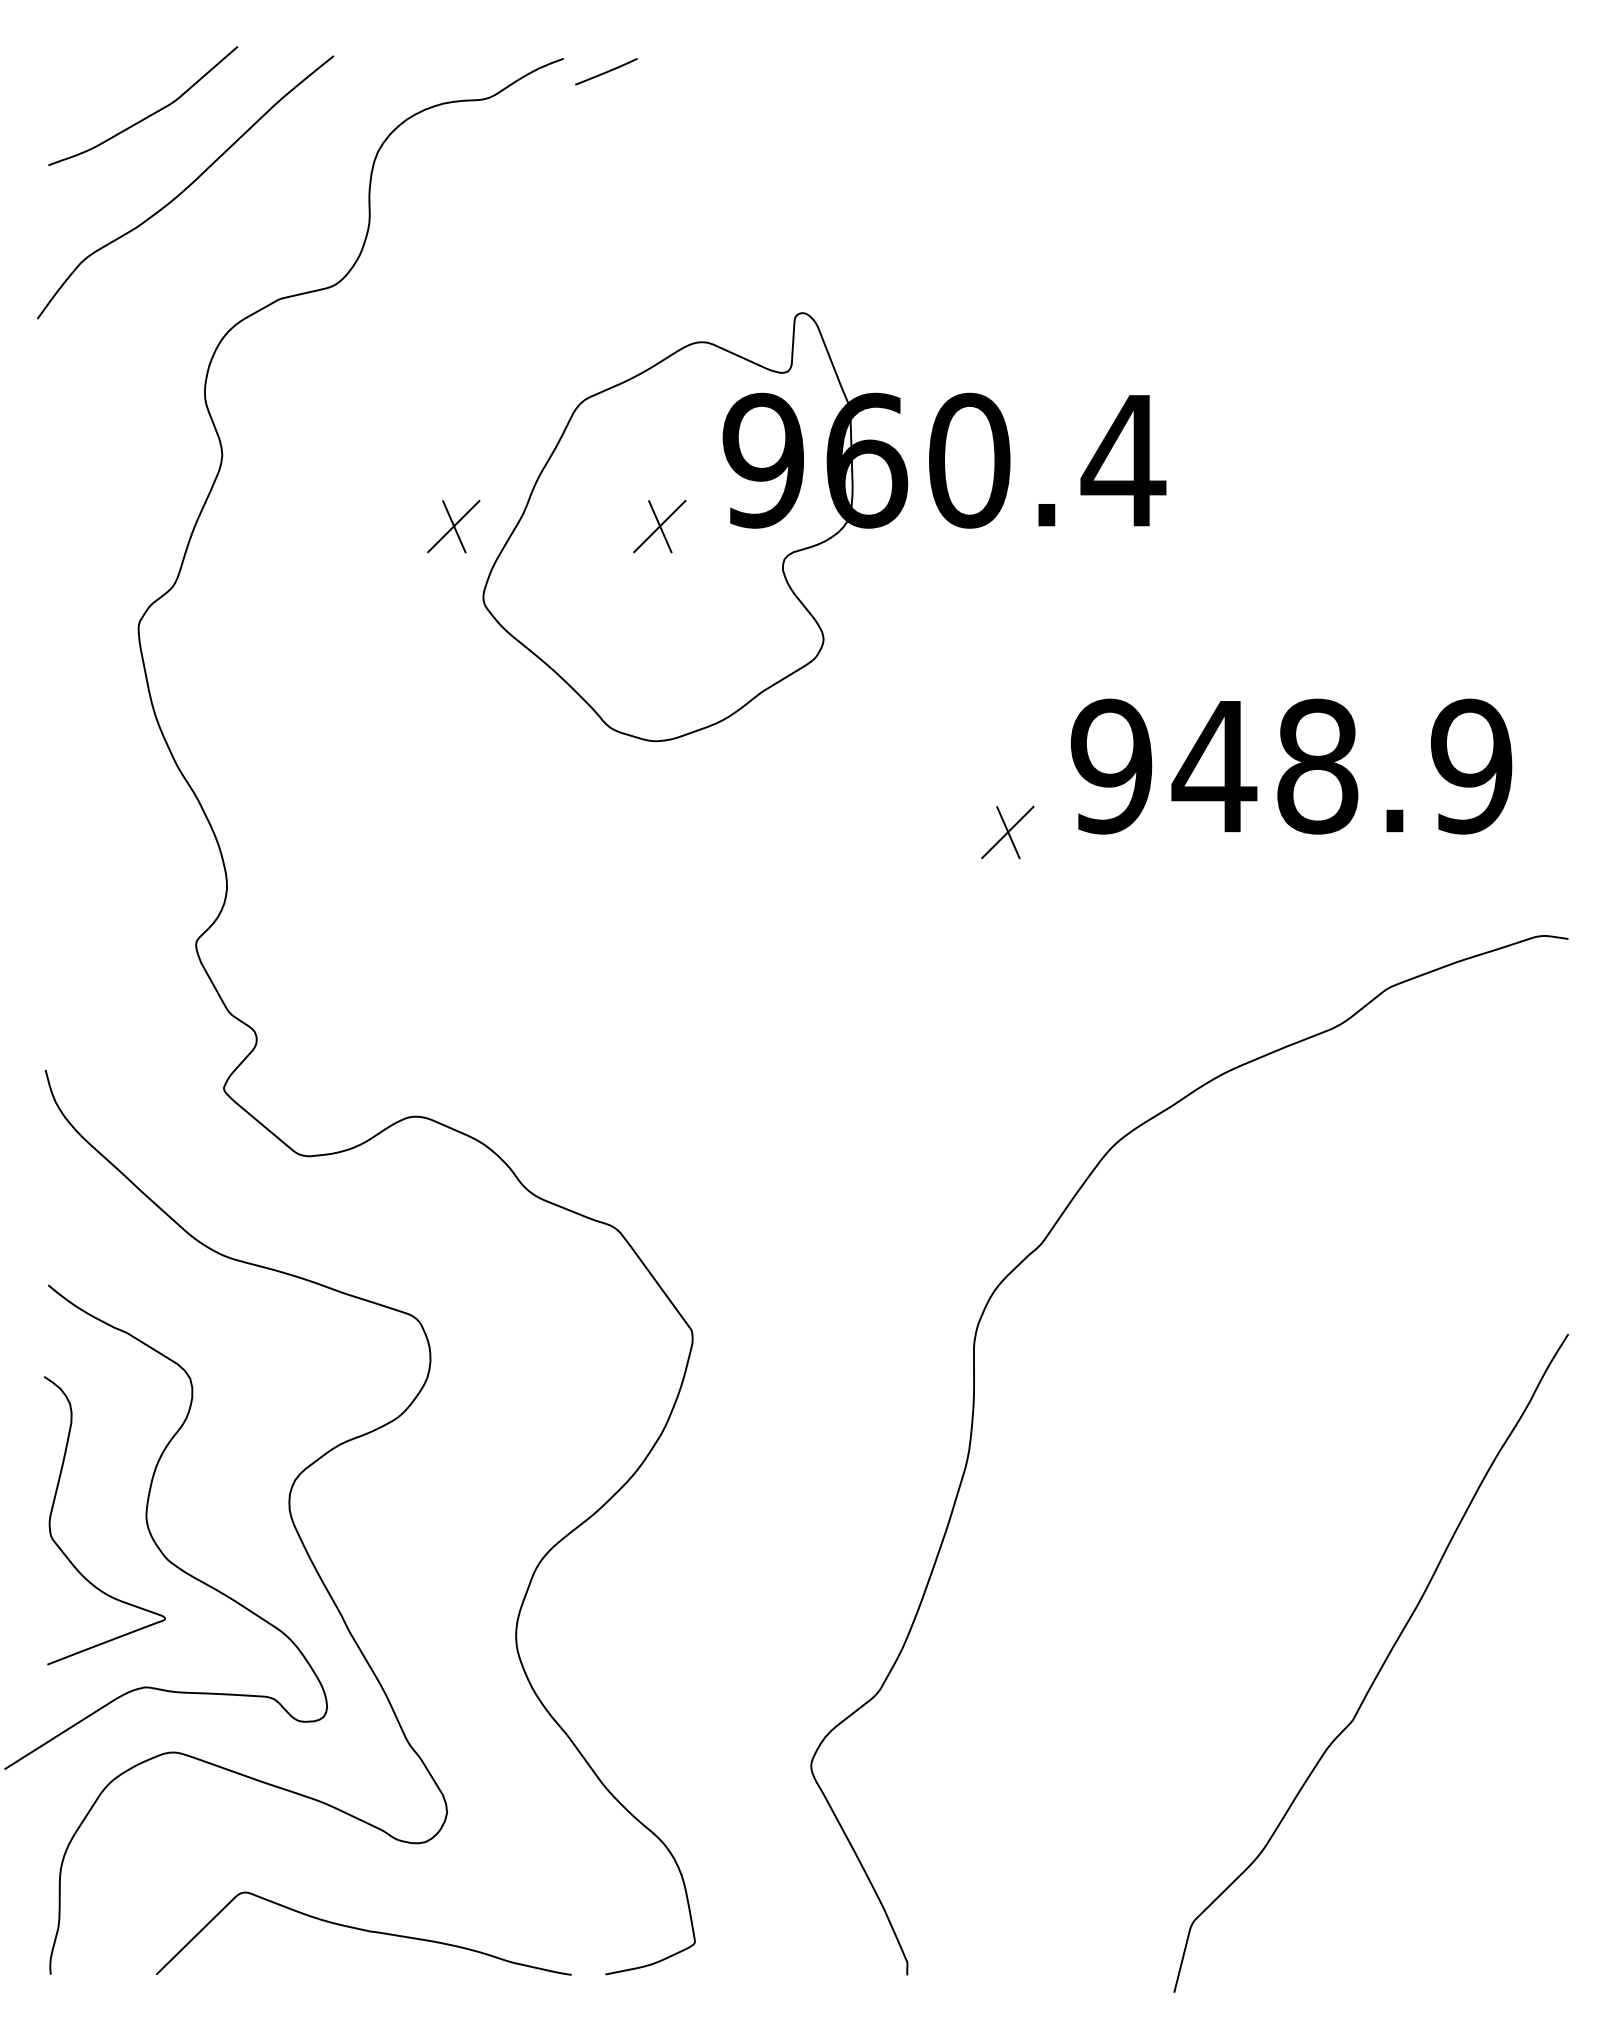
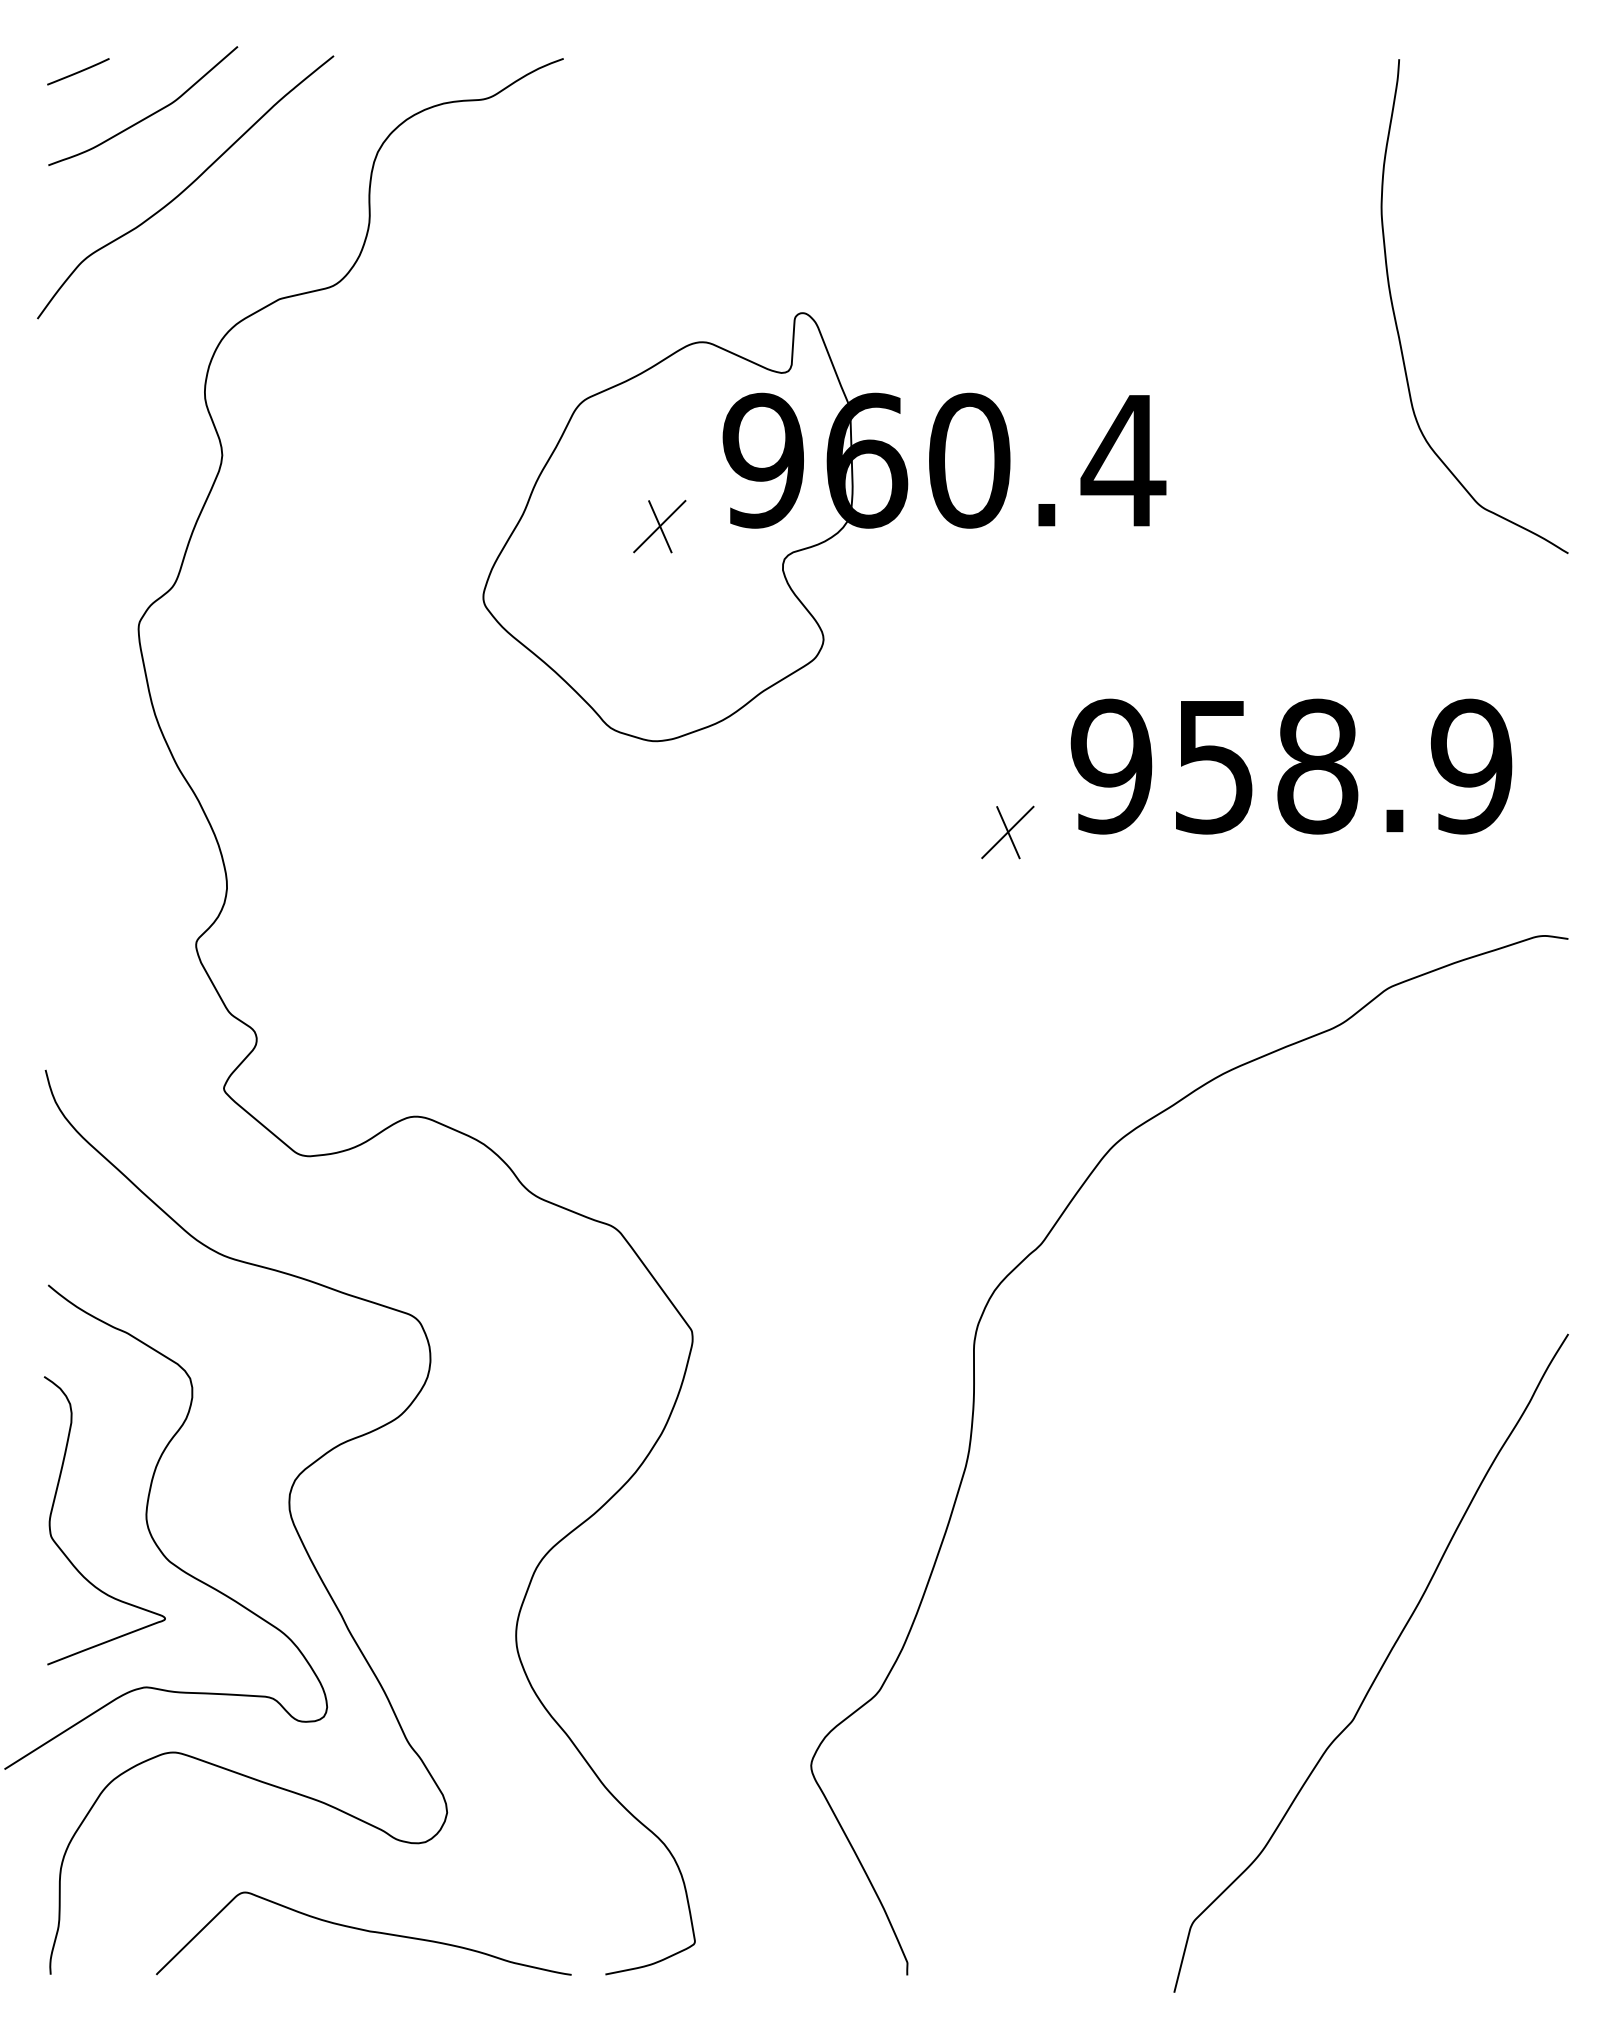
line at (606, 71) position: (606, 71) -> (78, 71)
curve at (1396, 319): none -> present
part at (453, 526): present -> none
text at (1214, 767): 948.9 -> 958.9
